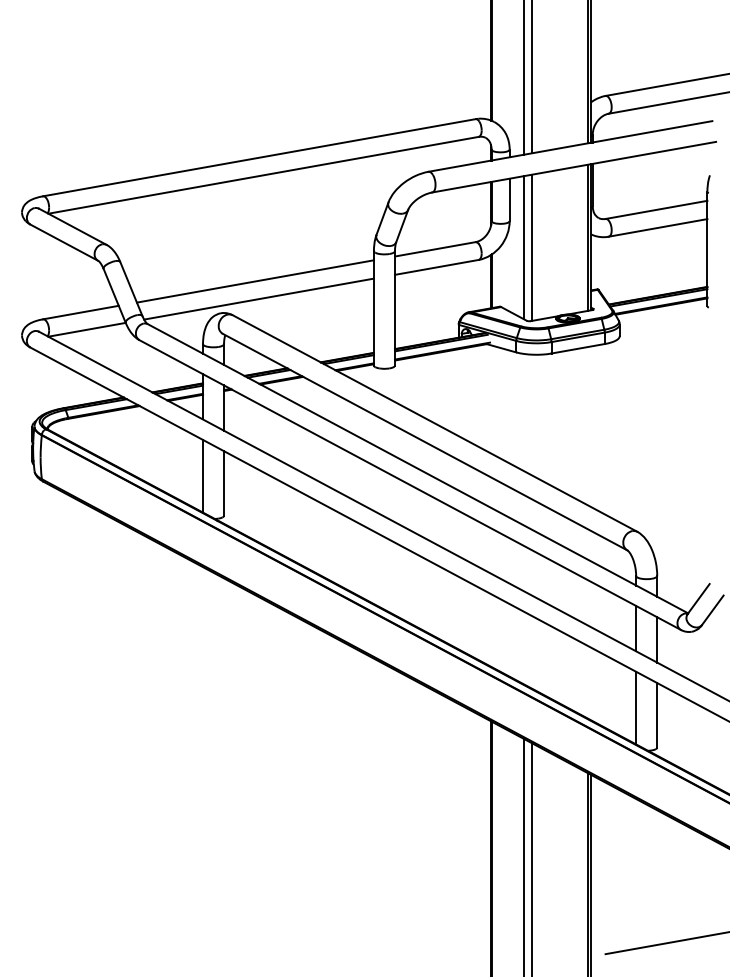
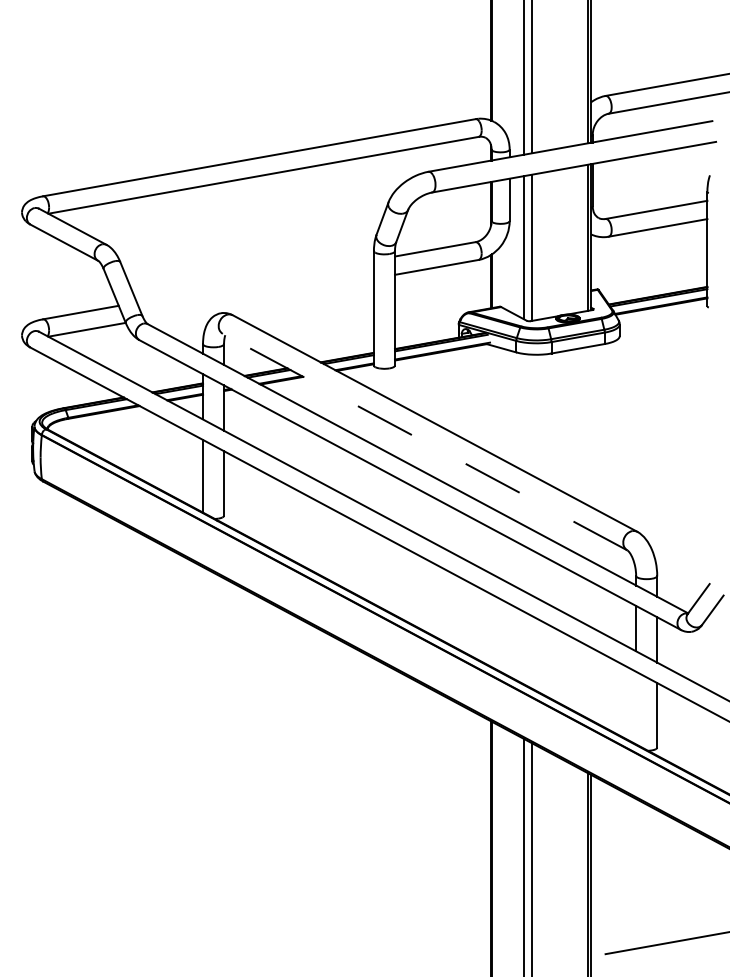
line at (254, 281): present -> none
line at (258, 298): present -> none
line at (424, 441): solid -> dashed
line at (636, 707): present -> none
